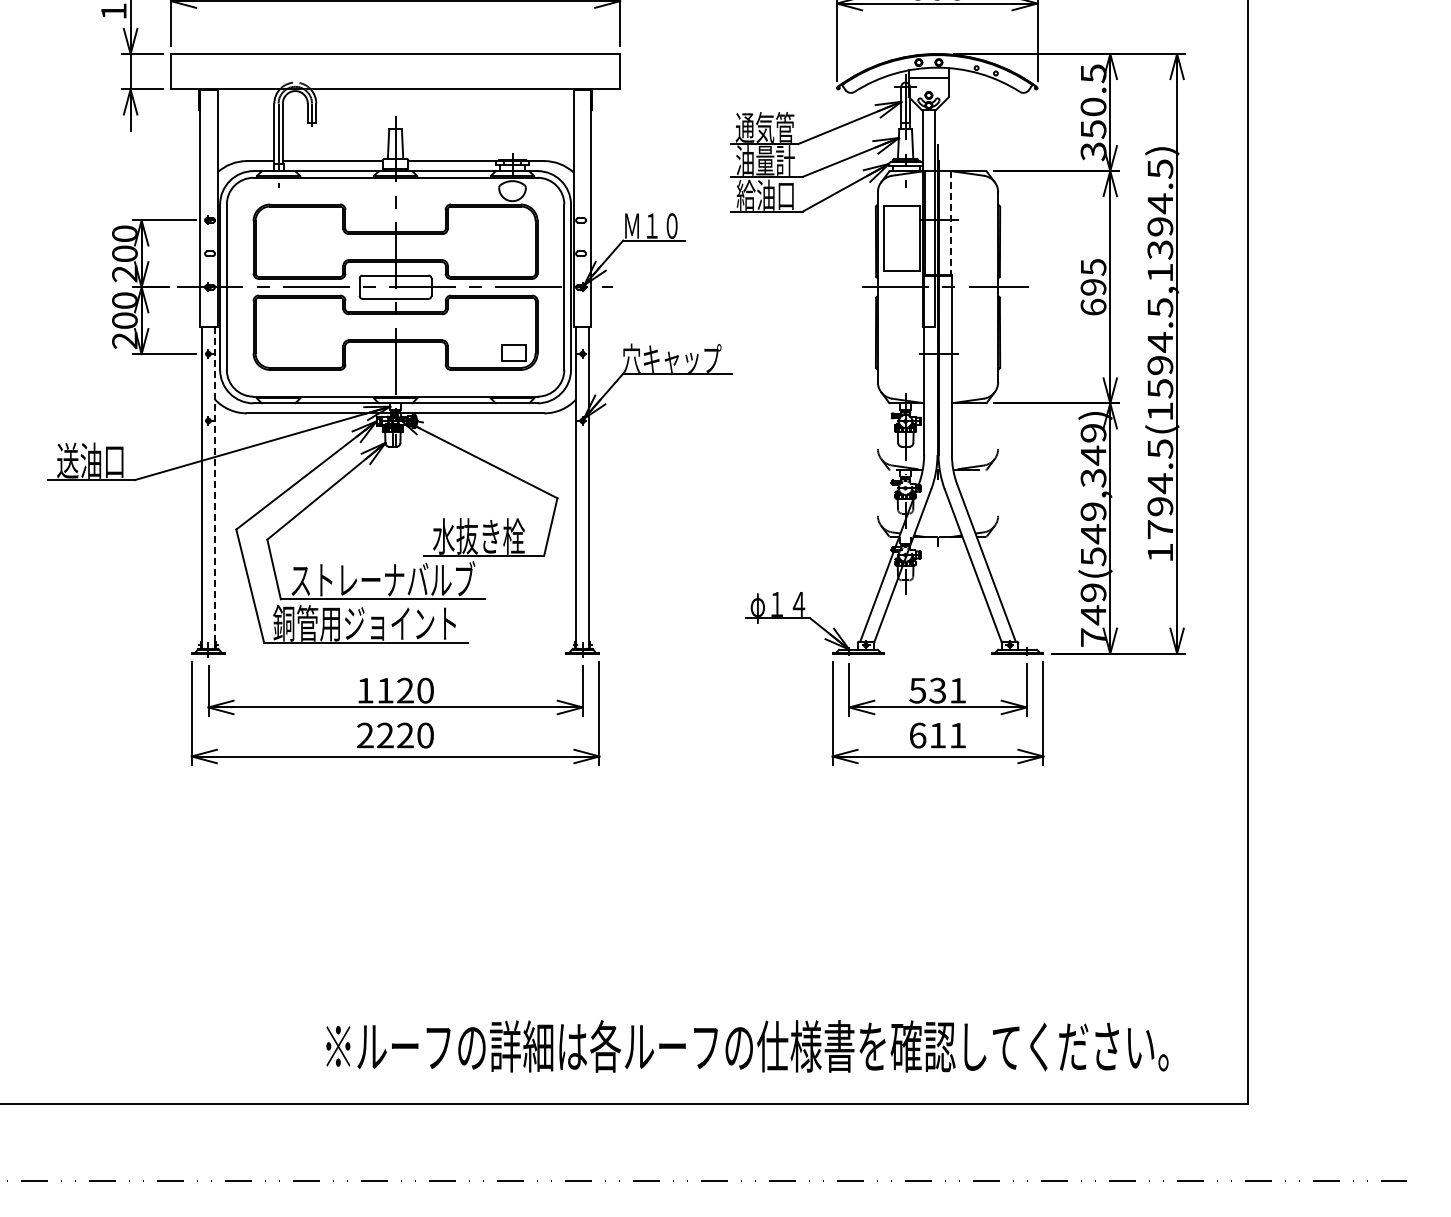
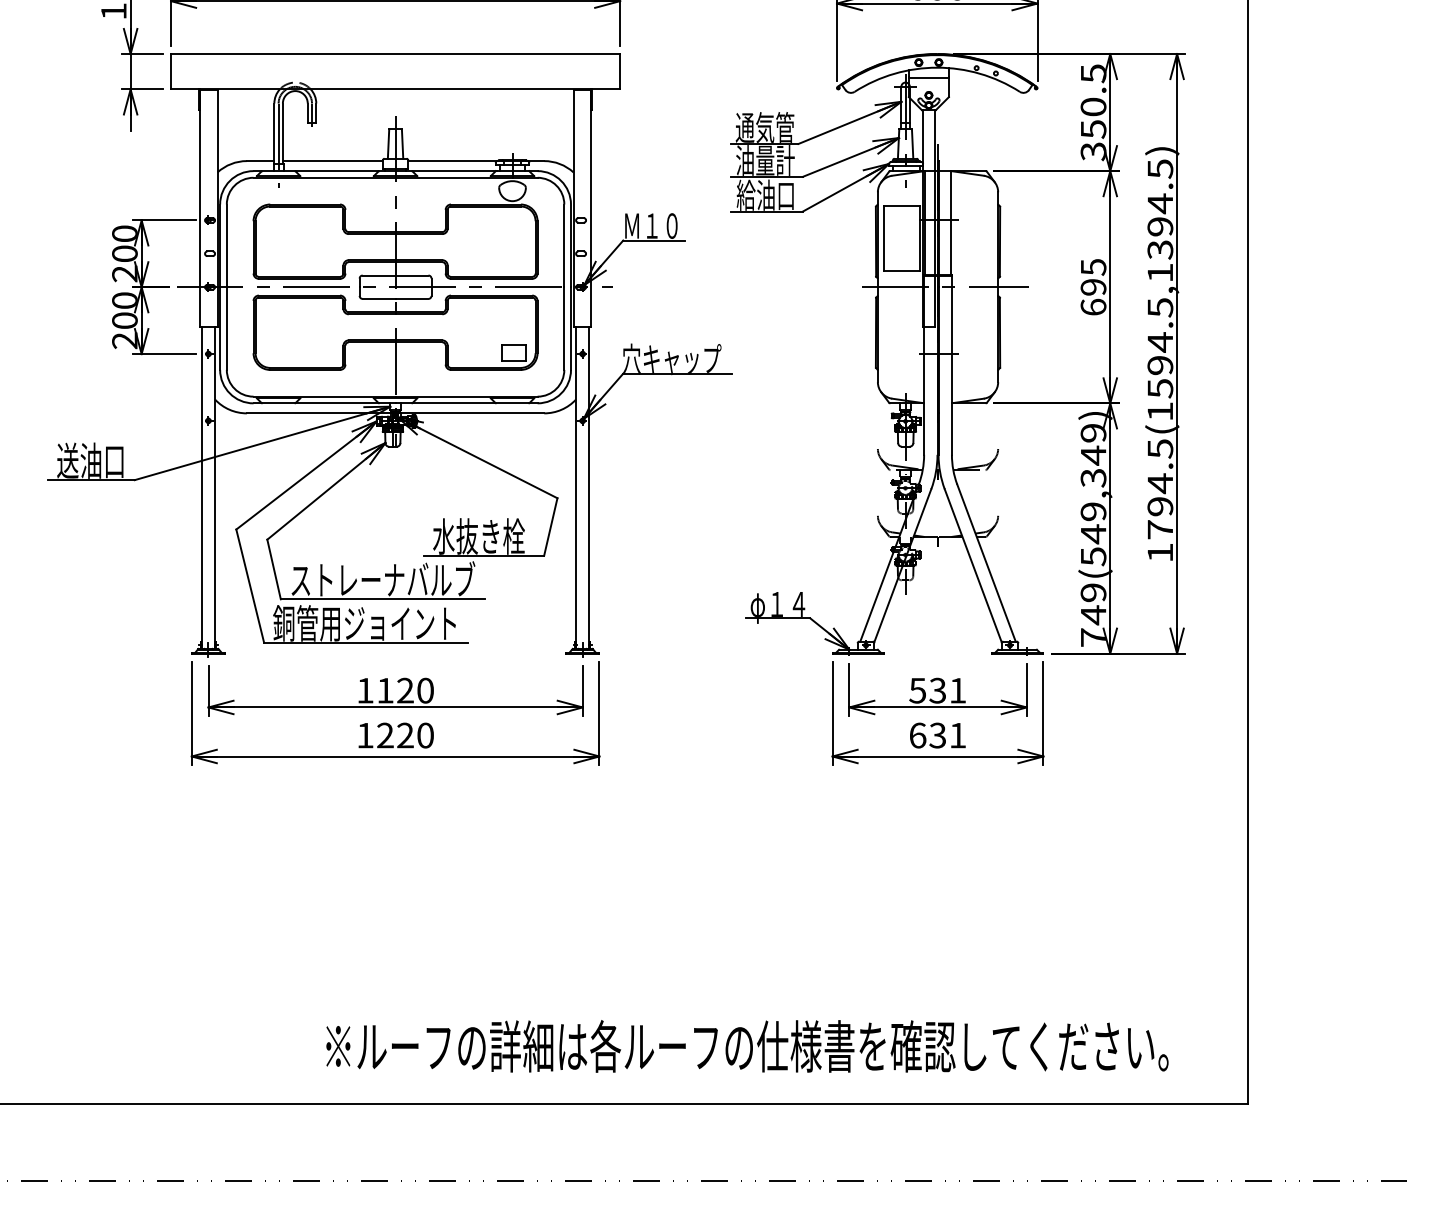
line at (951, 223): dashed -> solid
line at (215, 488): dashed -> solid
text at (365, 735): 2220 -> 1220
text at (937, 735): 611 -> 631
